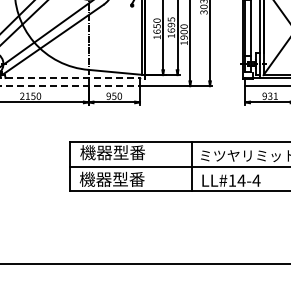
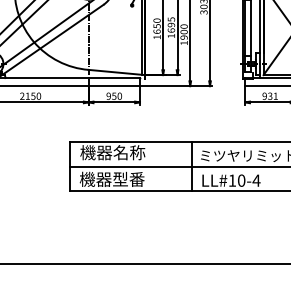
line at (70, 78): dashed -> solid
line at (70, 86): dashed -> solid
text at (129, 152): 機器型番 -> 機器名称
text at (241, 180): LL#14-4 -> LL#10-4
